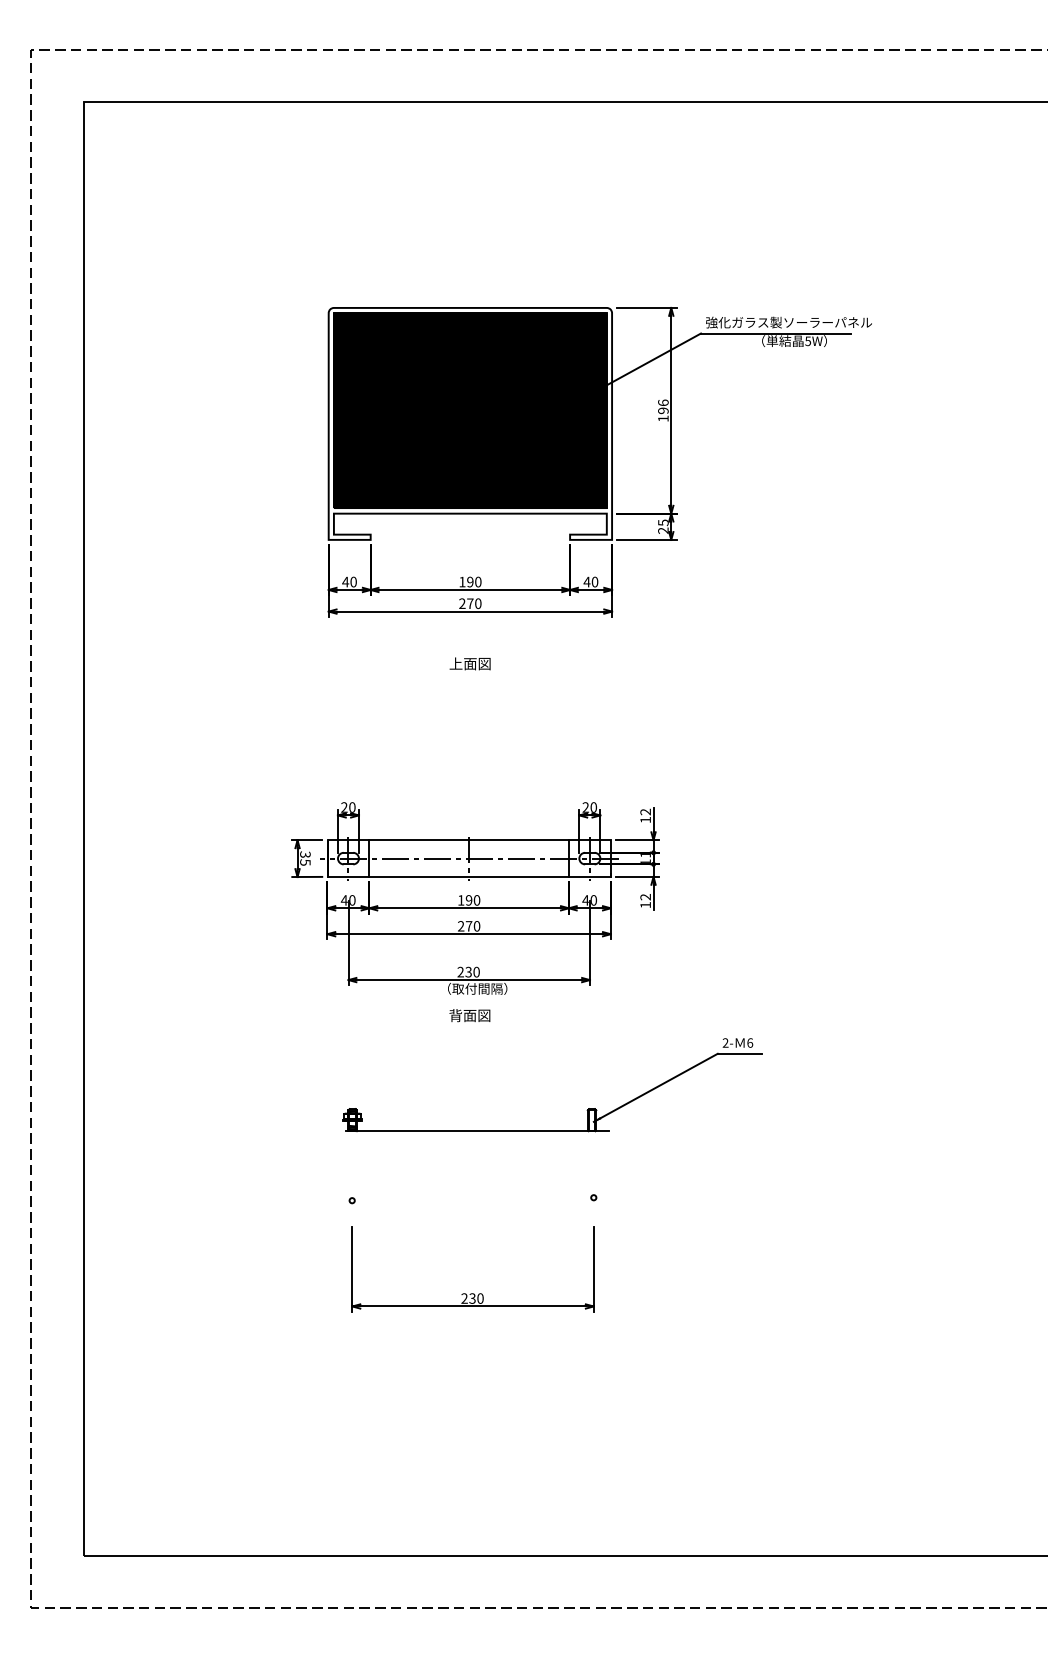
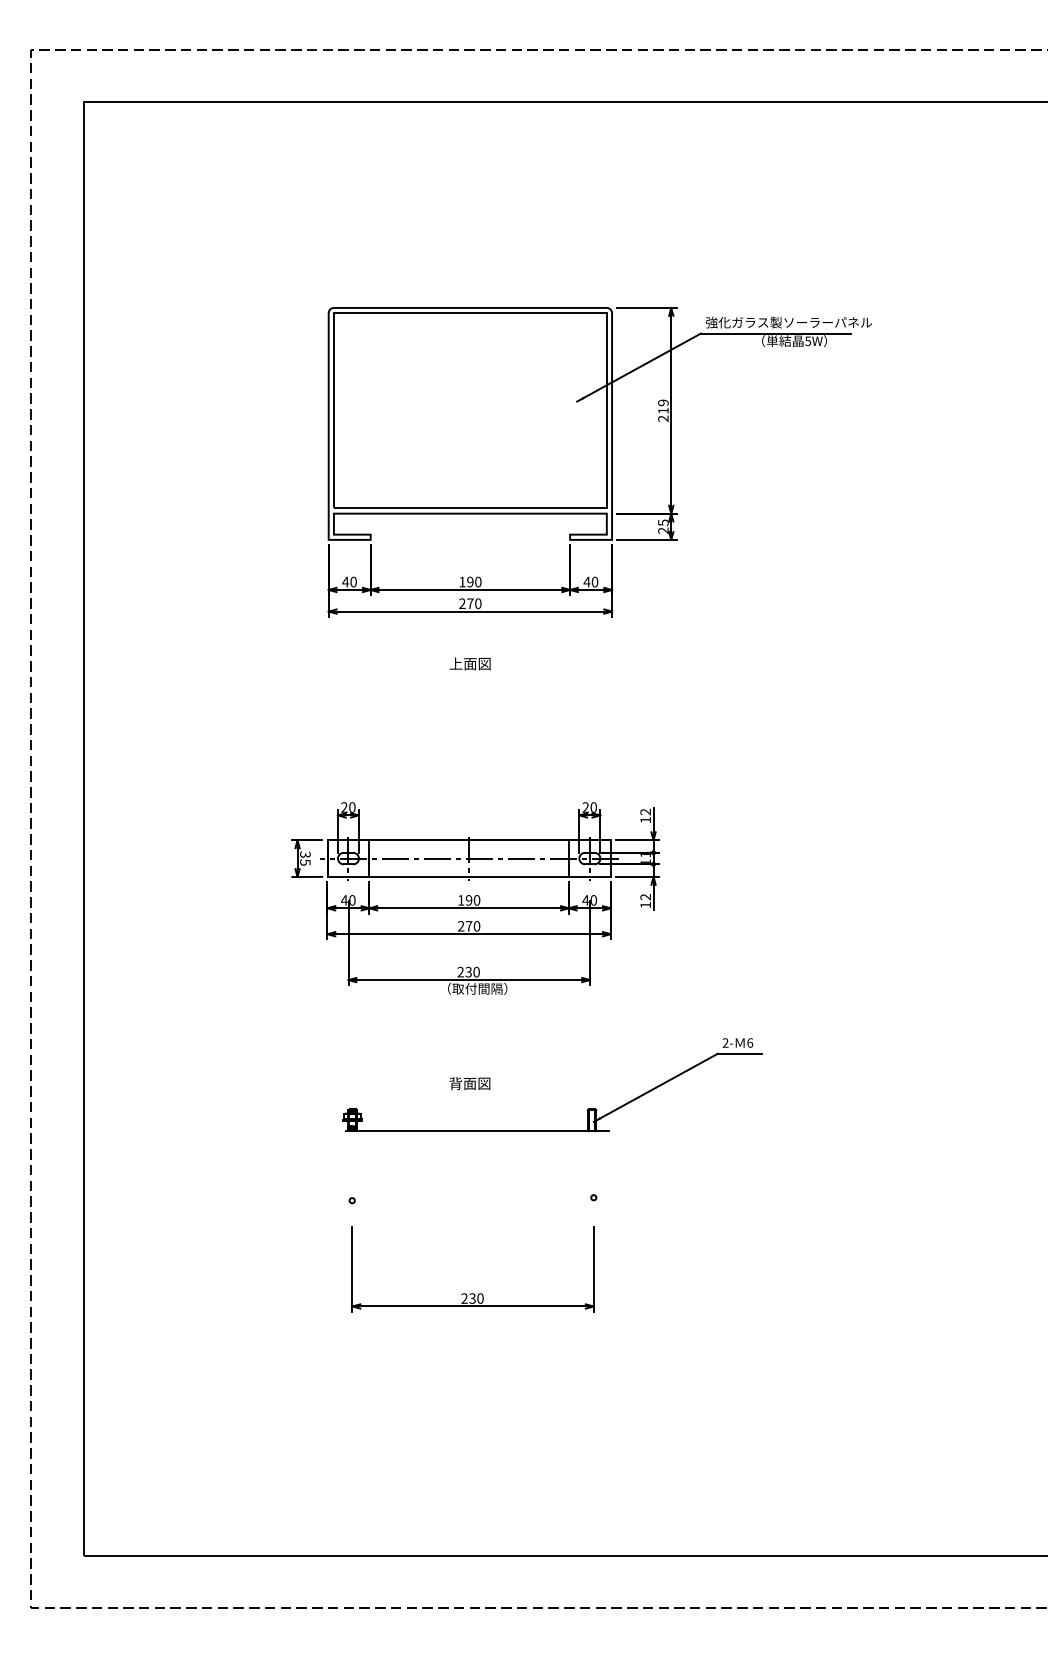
hatch at (469, 410): present -> none
text at (663, 410): 196 -> 219
text at (469, 1015) position: (469, 1015) -> (469, 1083)
